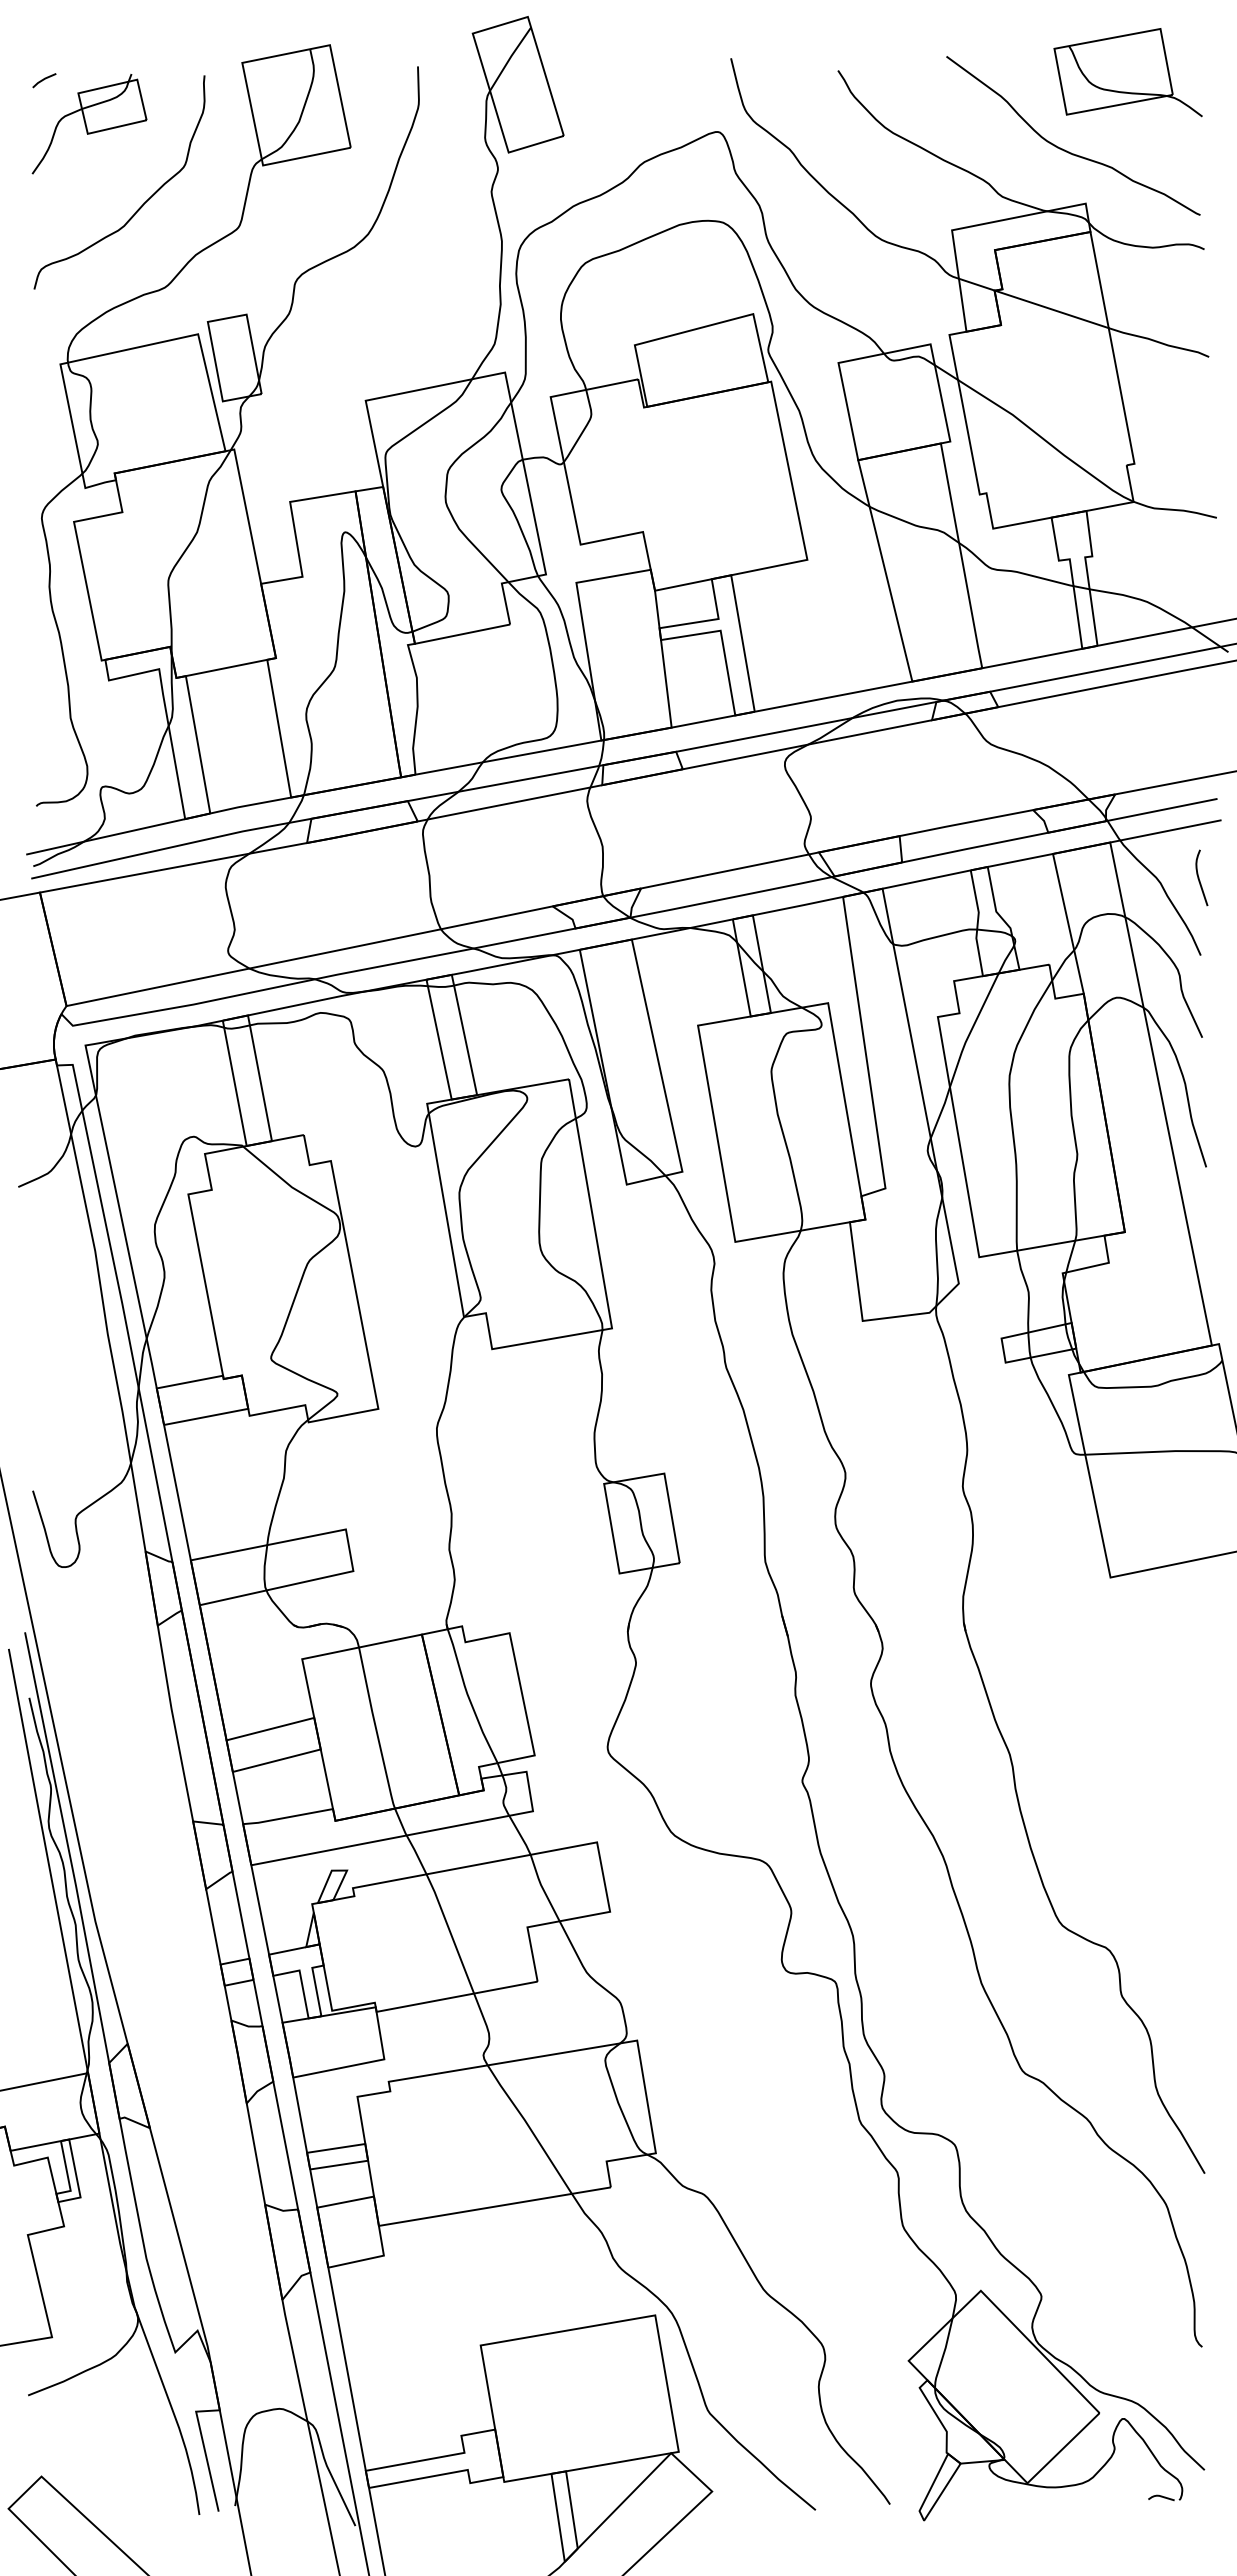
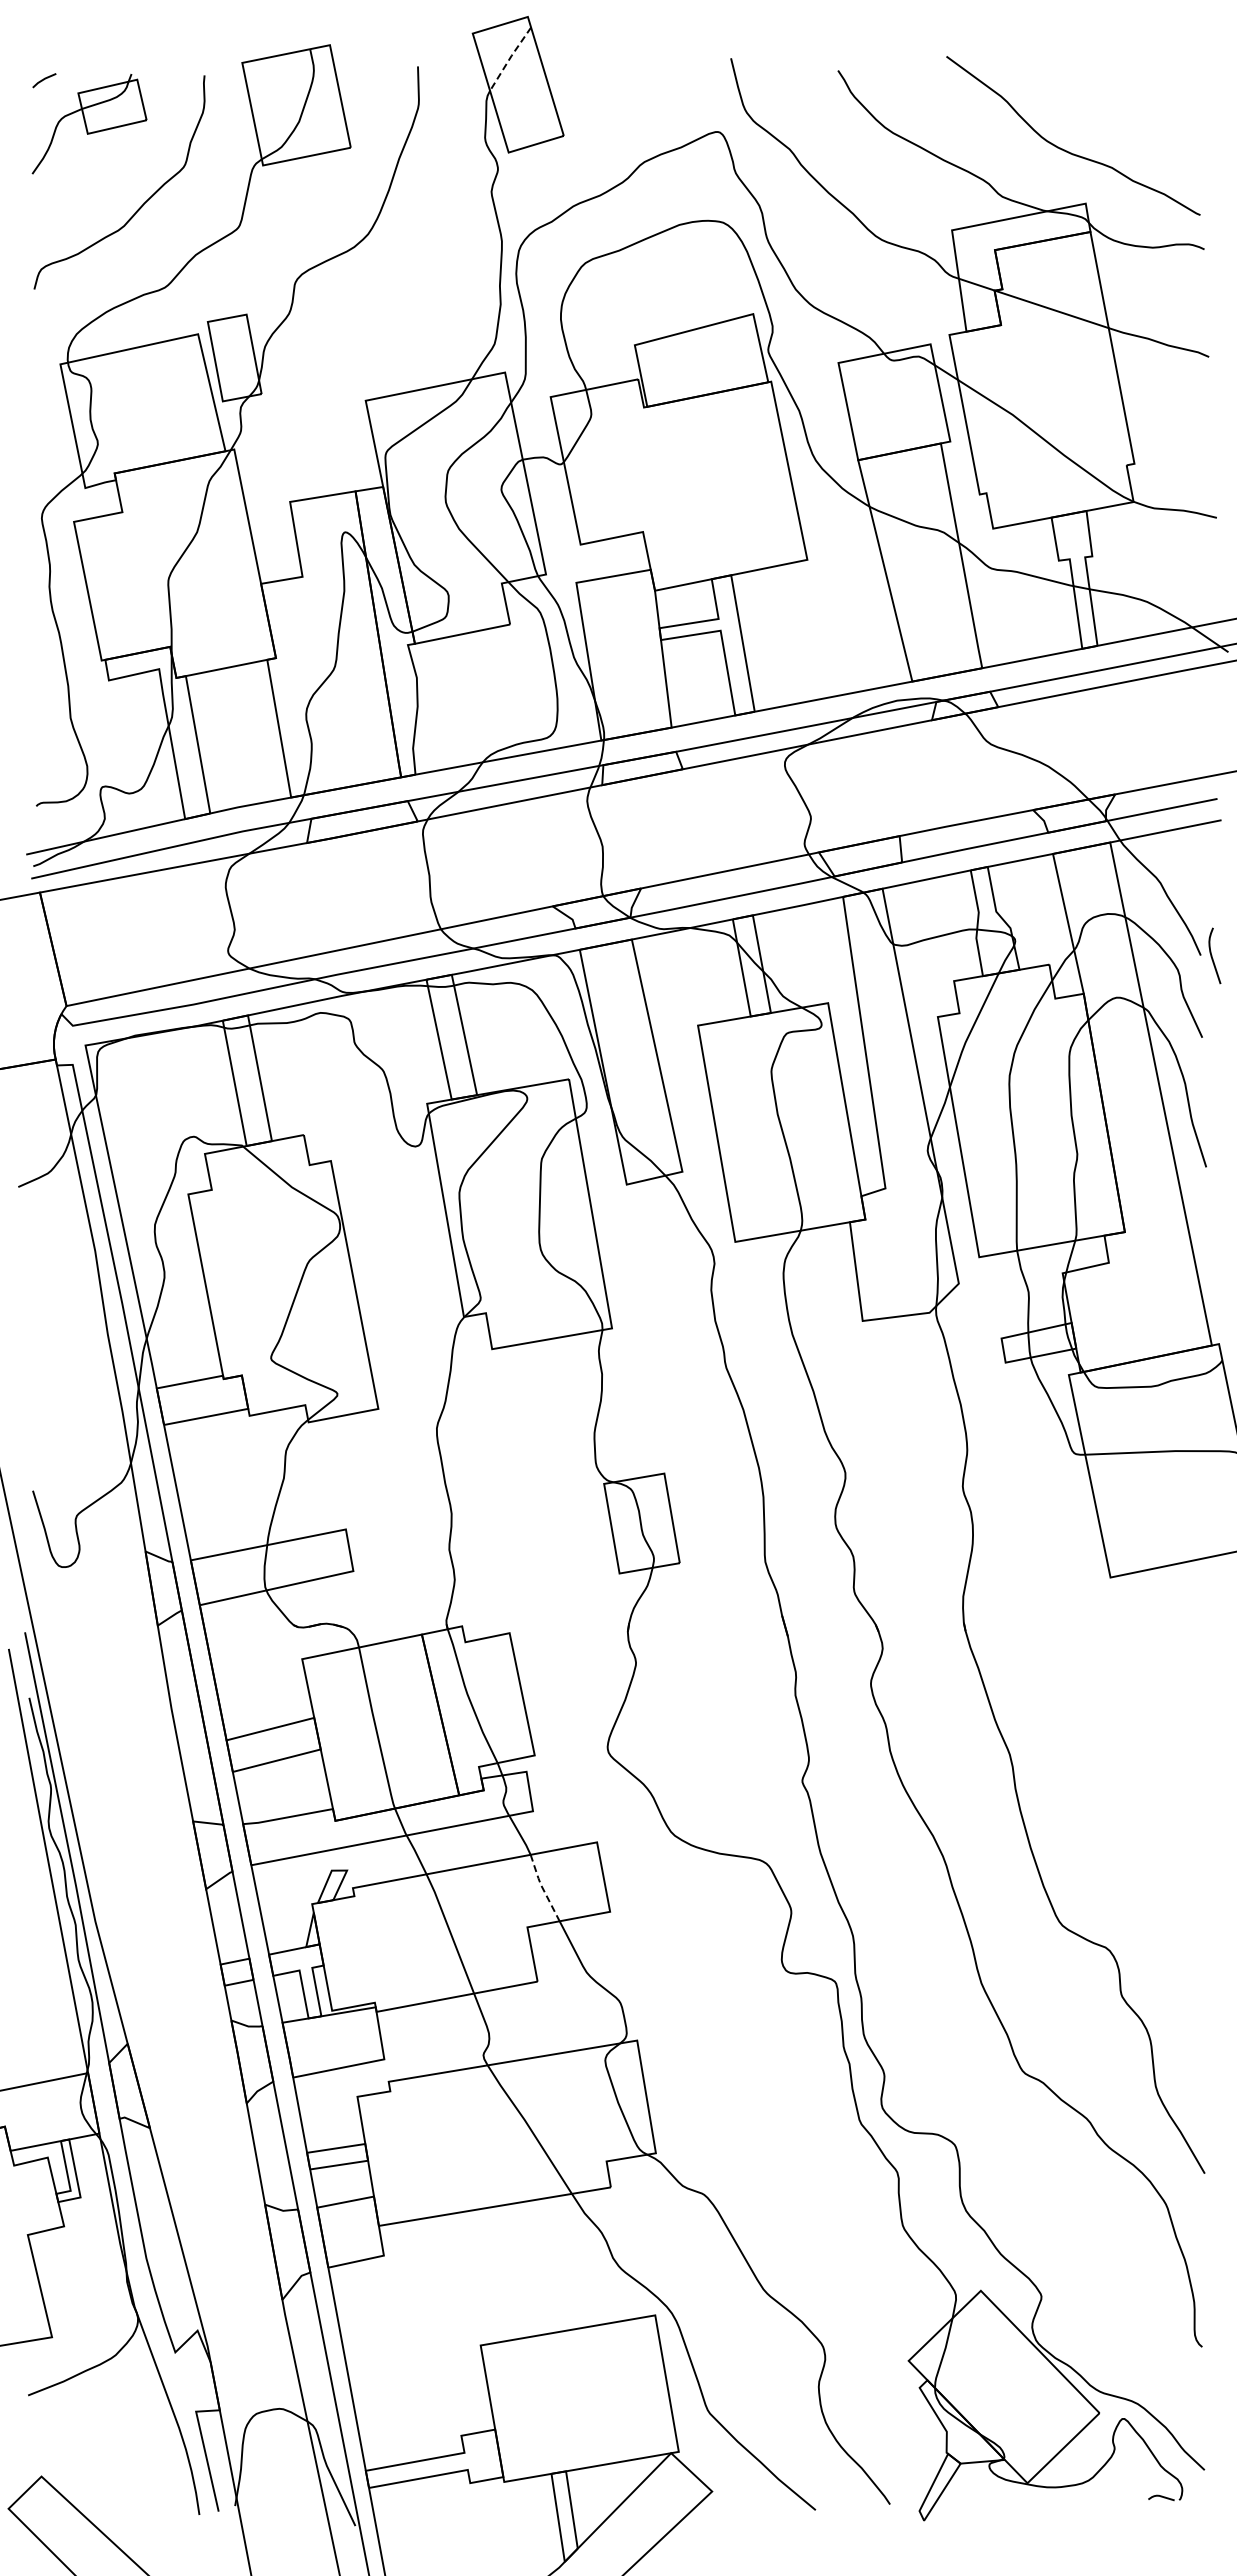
line at (510, 58): solid -> dashed
part at (1127, 72): present -> none
curve at (1199, 877) position: (1199, 877) -> (1212, 955)
line at (542, 1887): solid -> dashed
